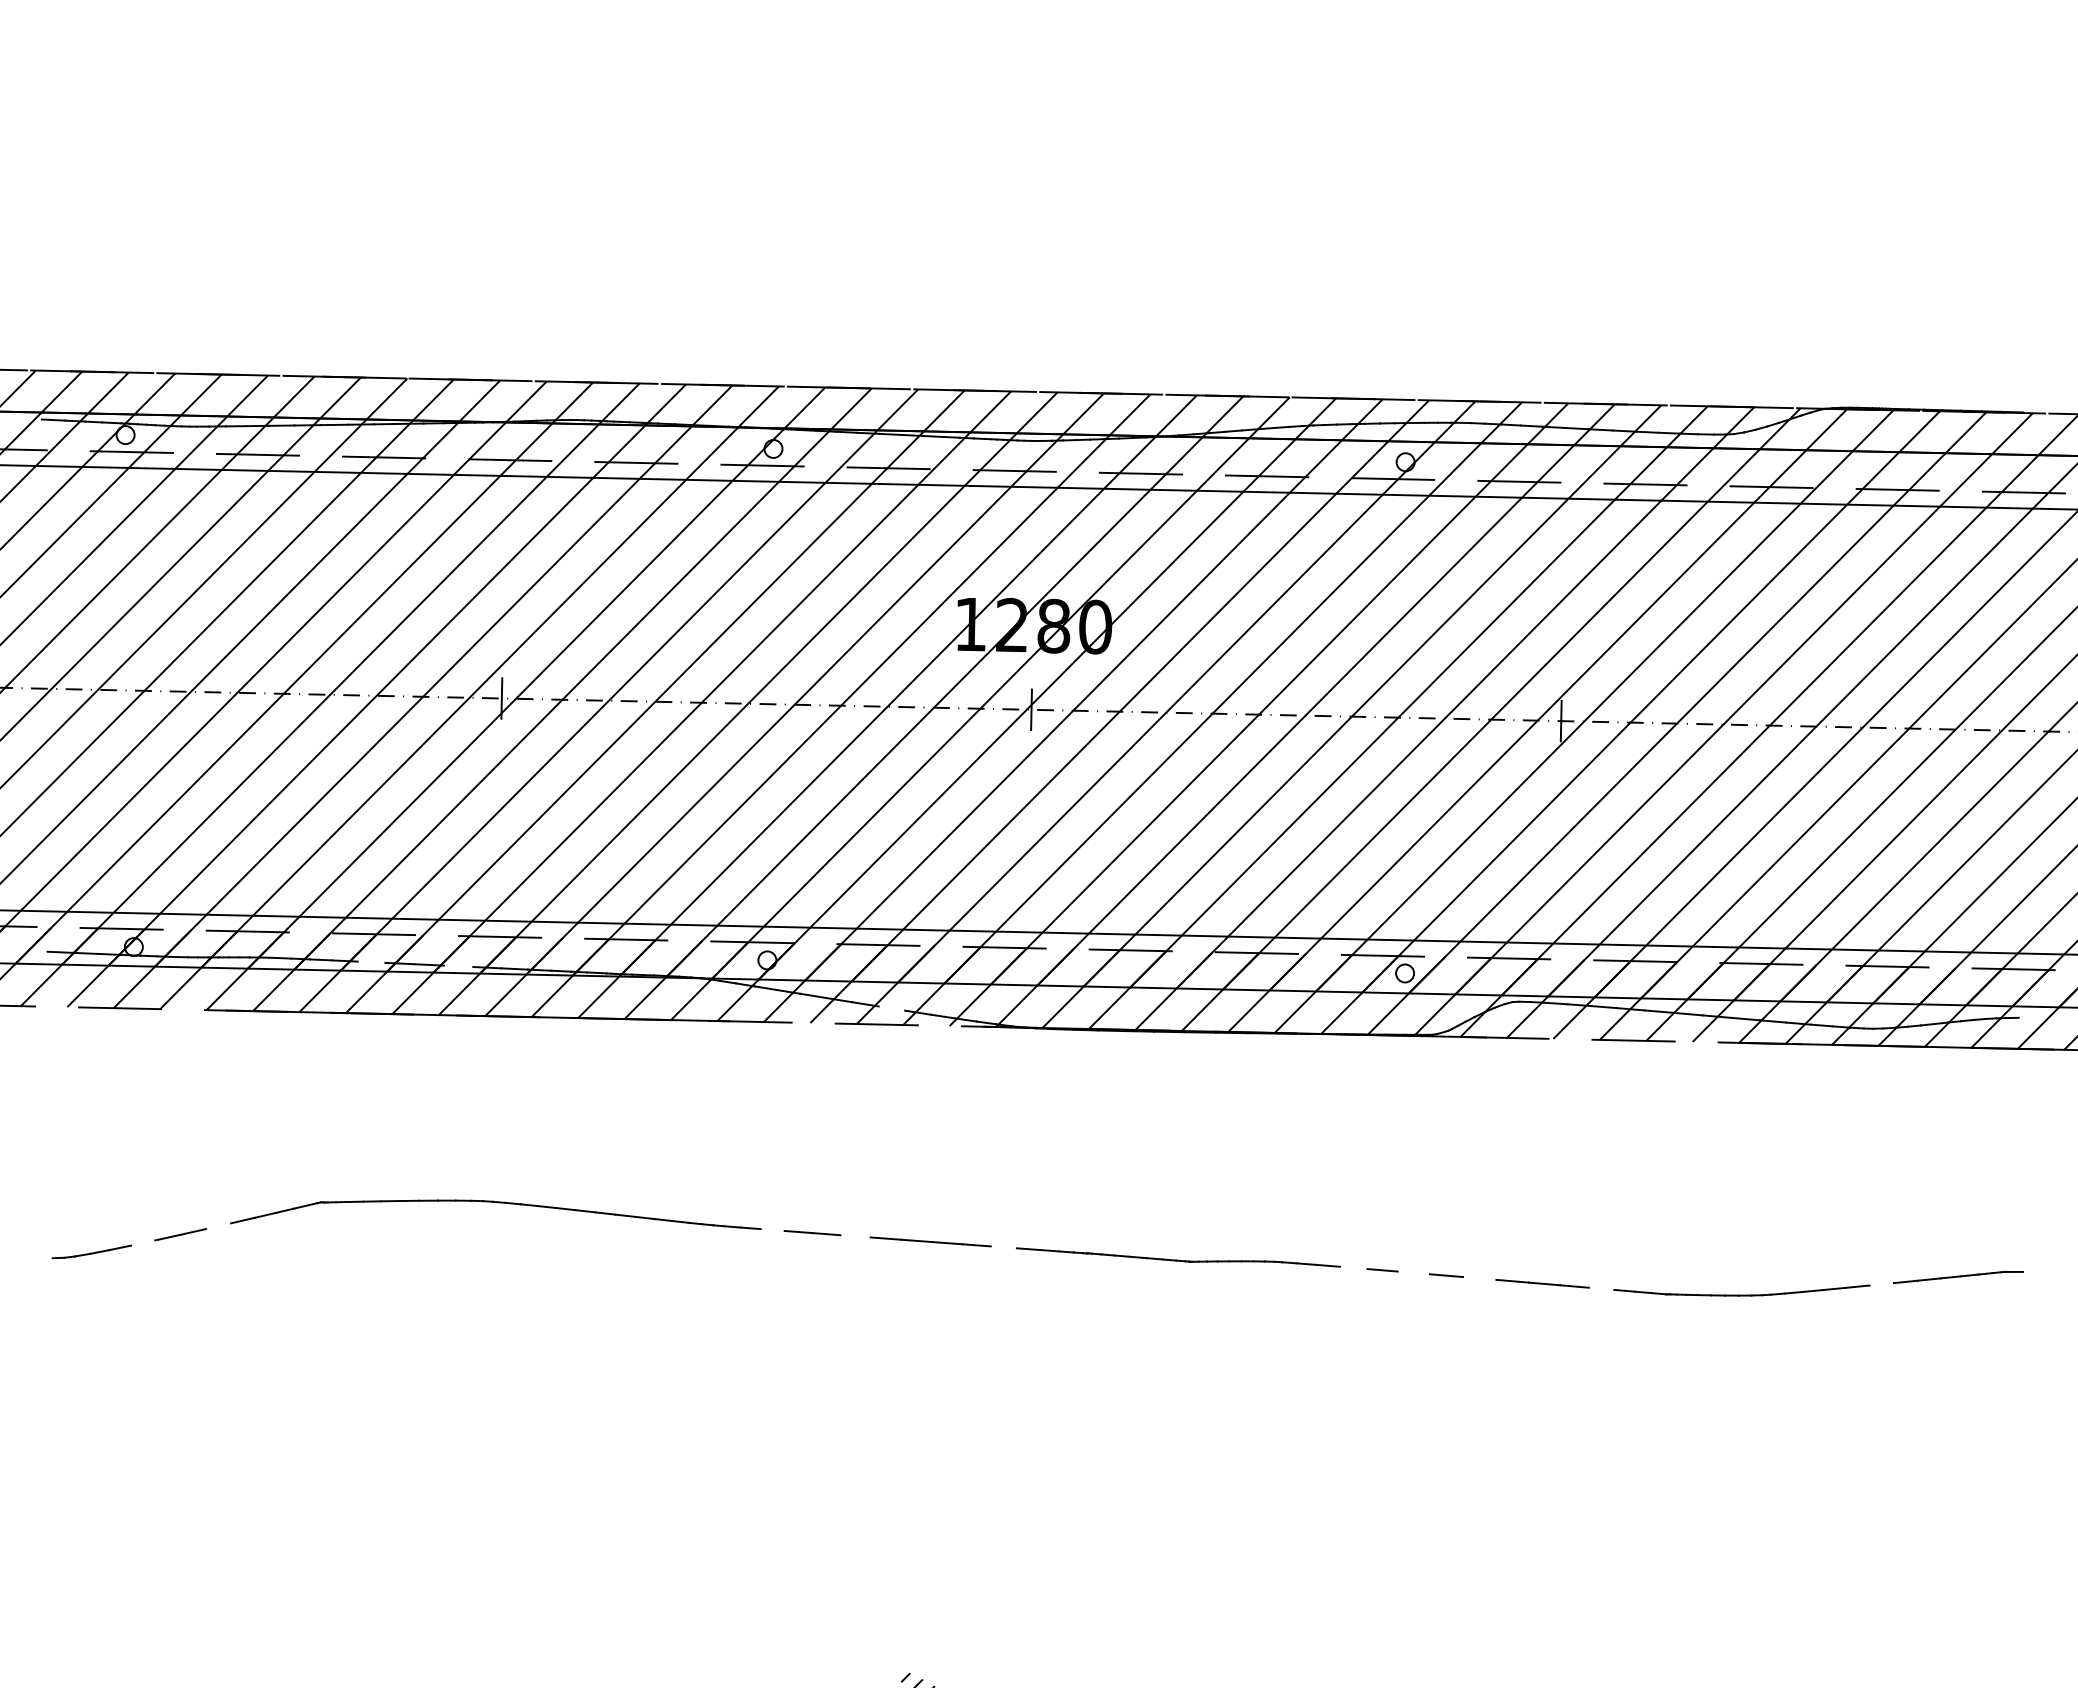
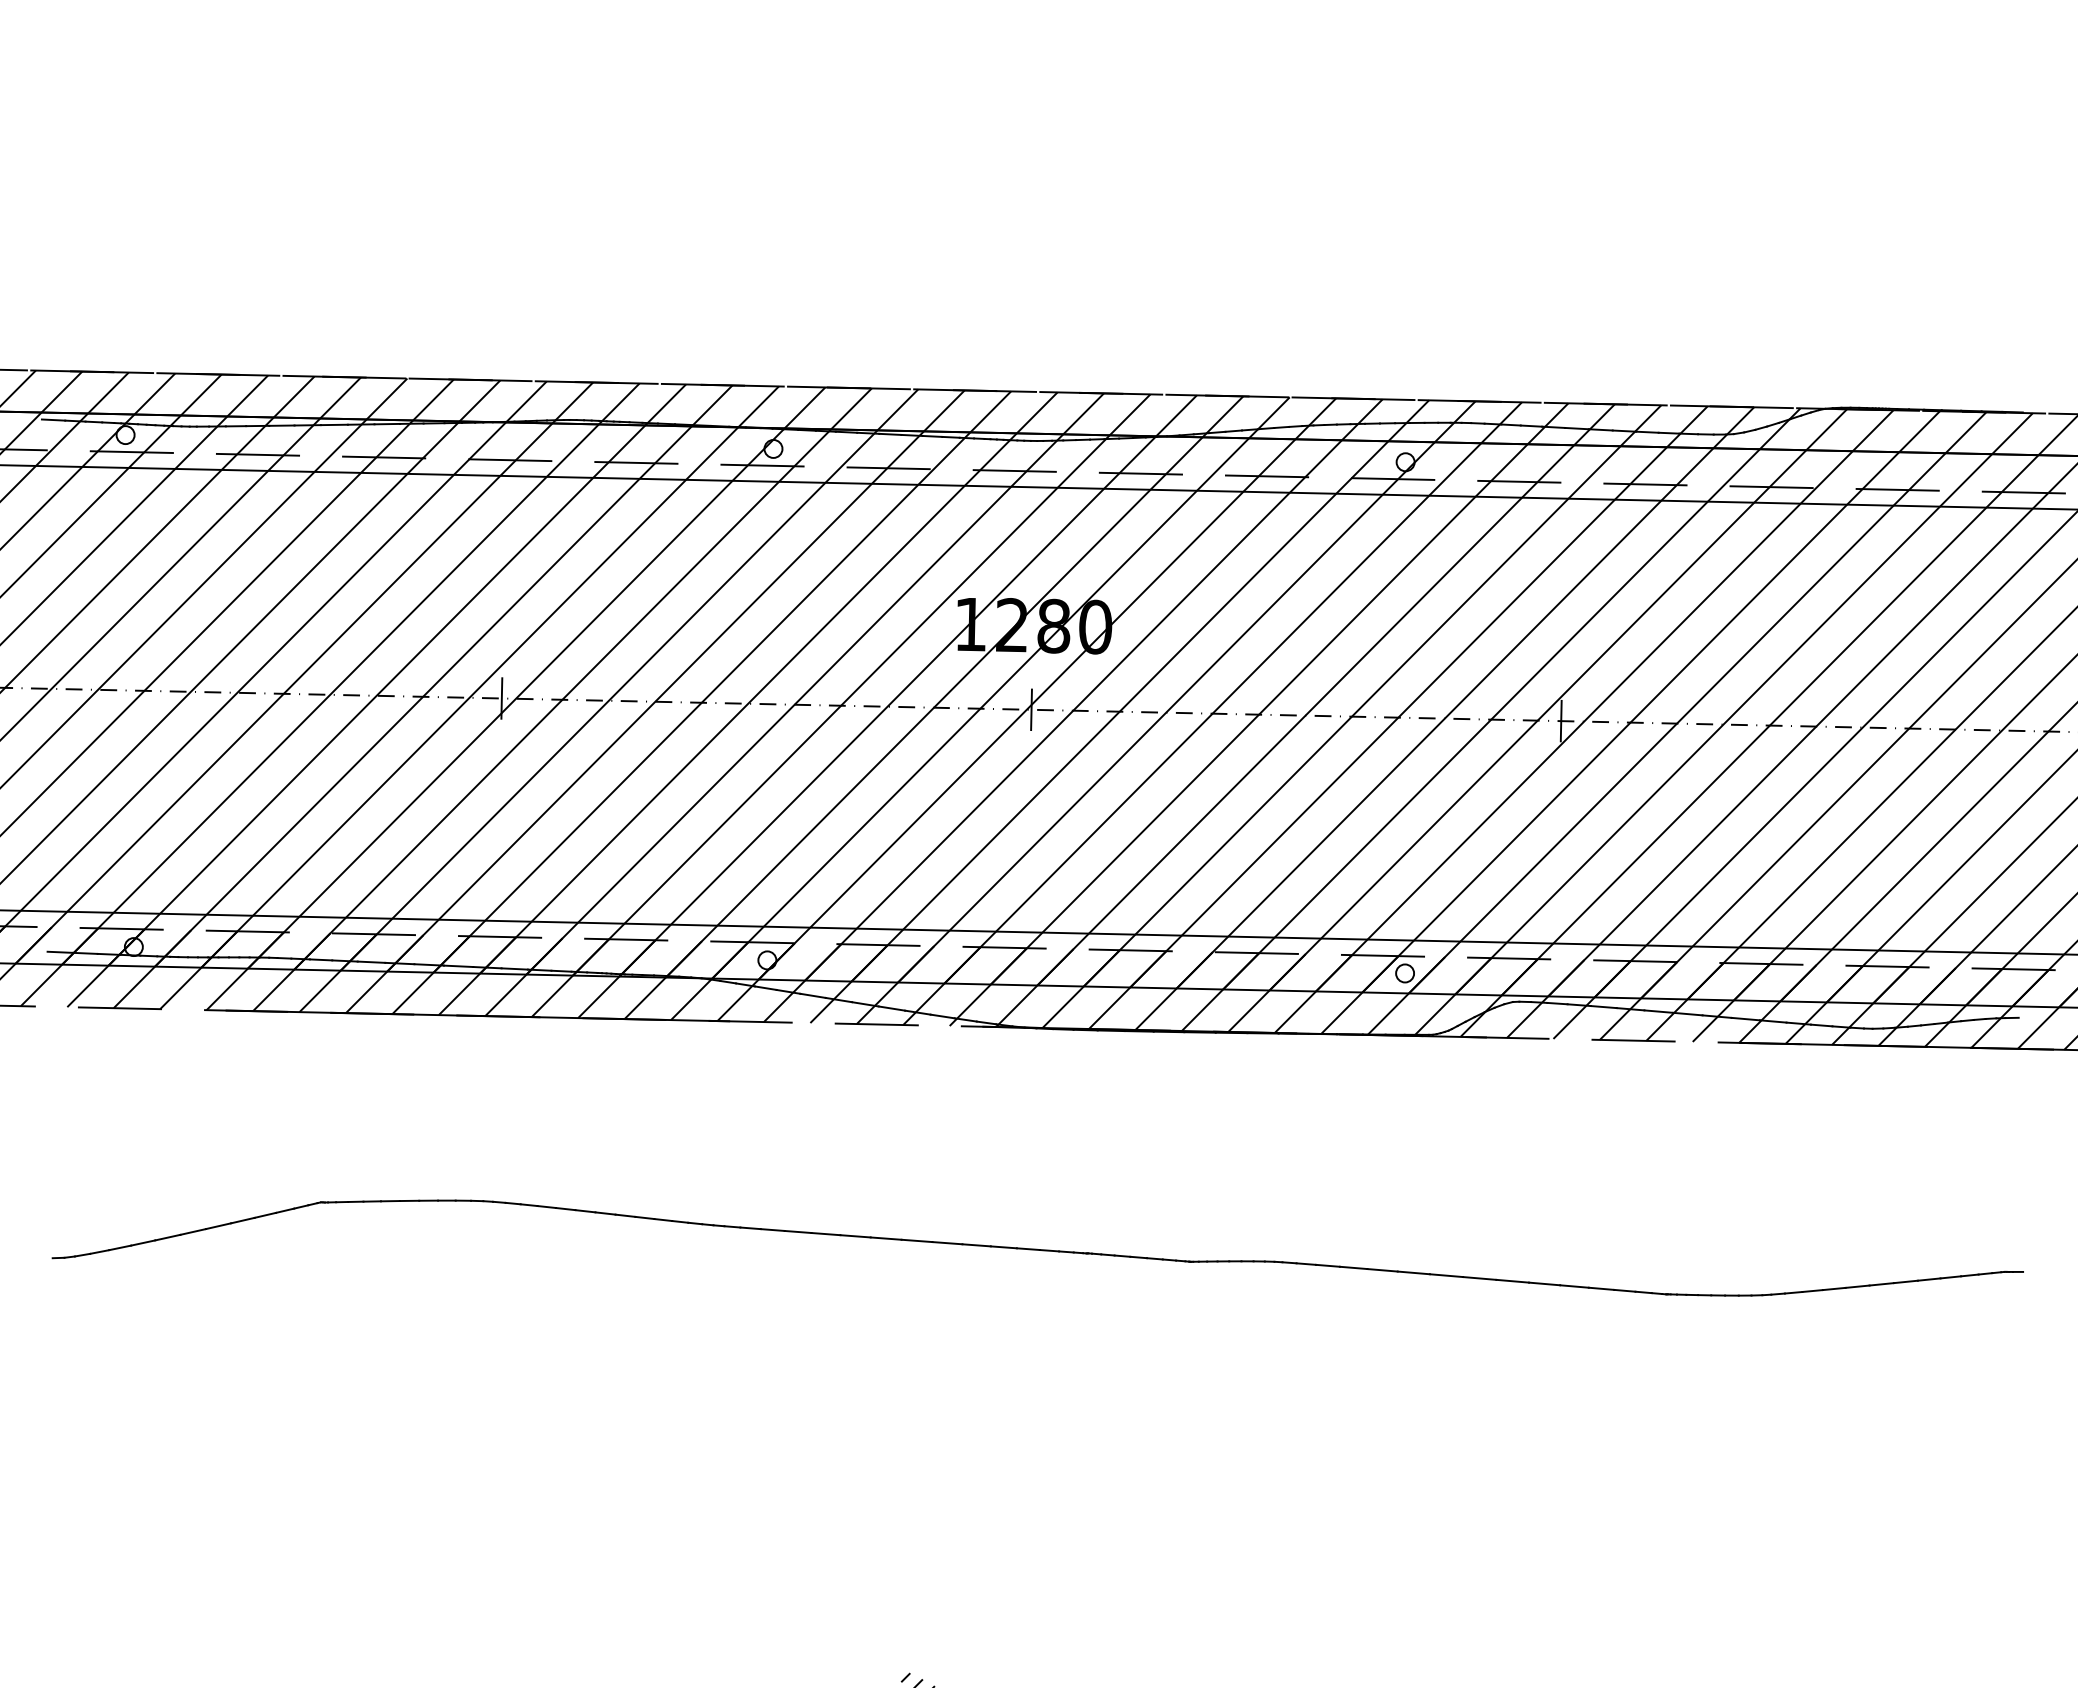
line at (371, 961): none -> present
line at (458, 966): none -> present
line at (891, 1008): none -> present
line at (218, 1226): none -> present
line at (772, 1229): none -> present
line at (855, 1236): none -> present
line at (143, 1242): none -> present
line at (1003, 1247): none -> present
line at (1353, 1267): none -> present
line at (1413, 1272): none -> present
line at (1479, 1278): none -> present
line at (1881, 1284): none -> present
line at (1601, 1288): none -> present
